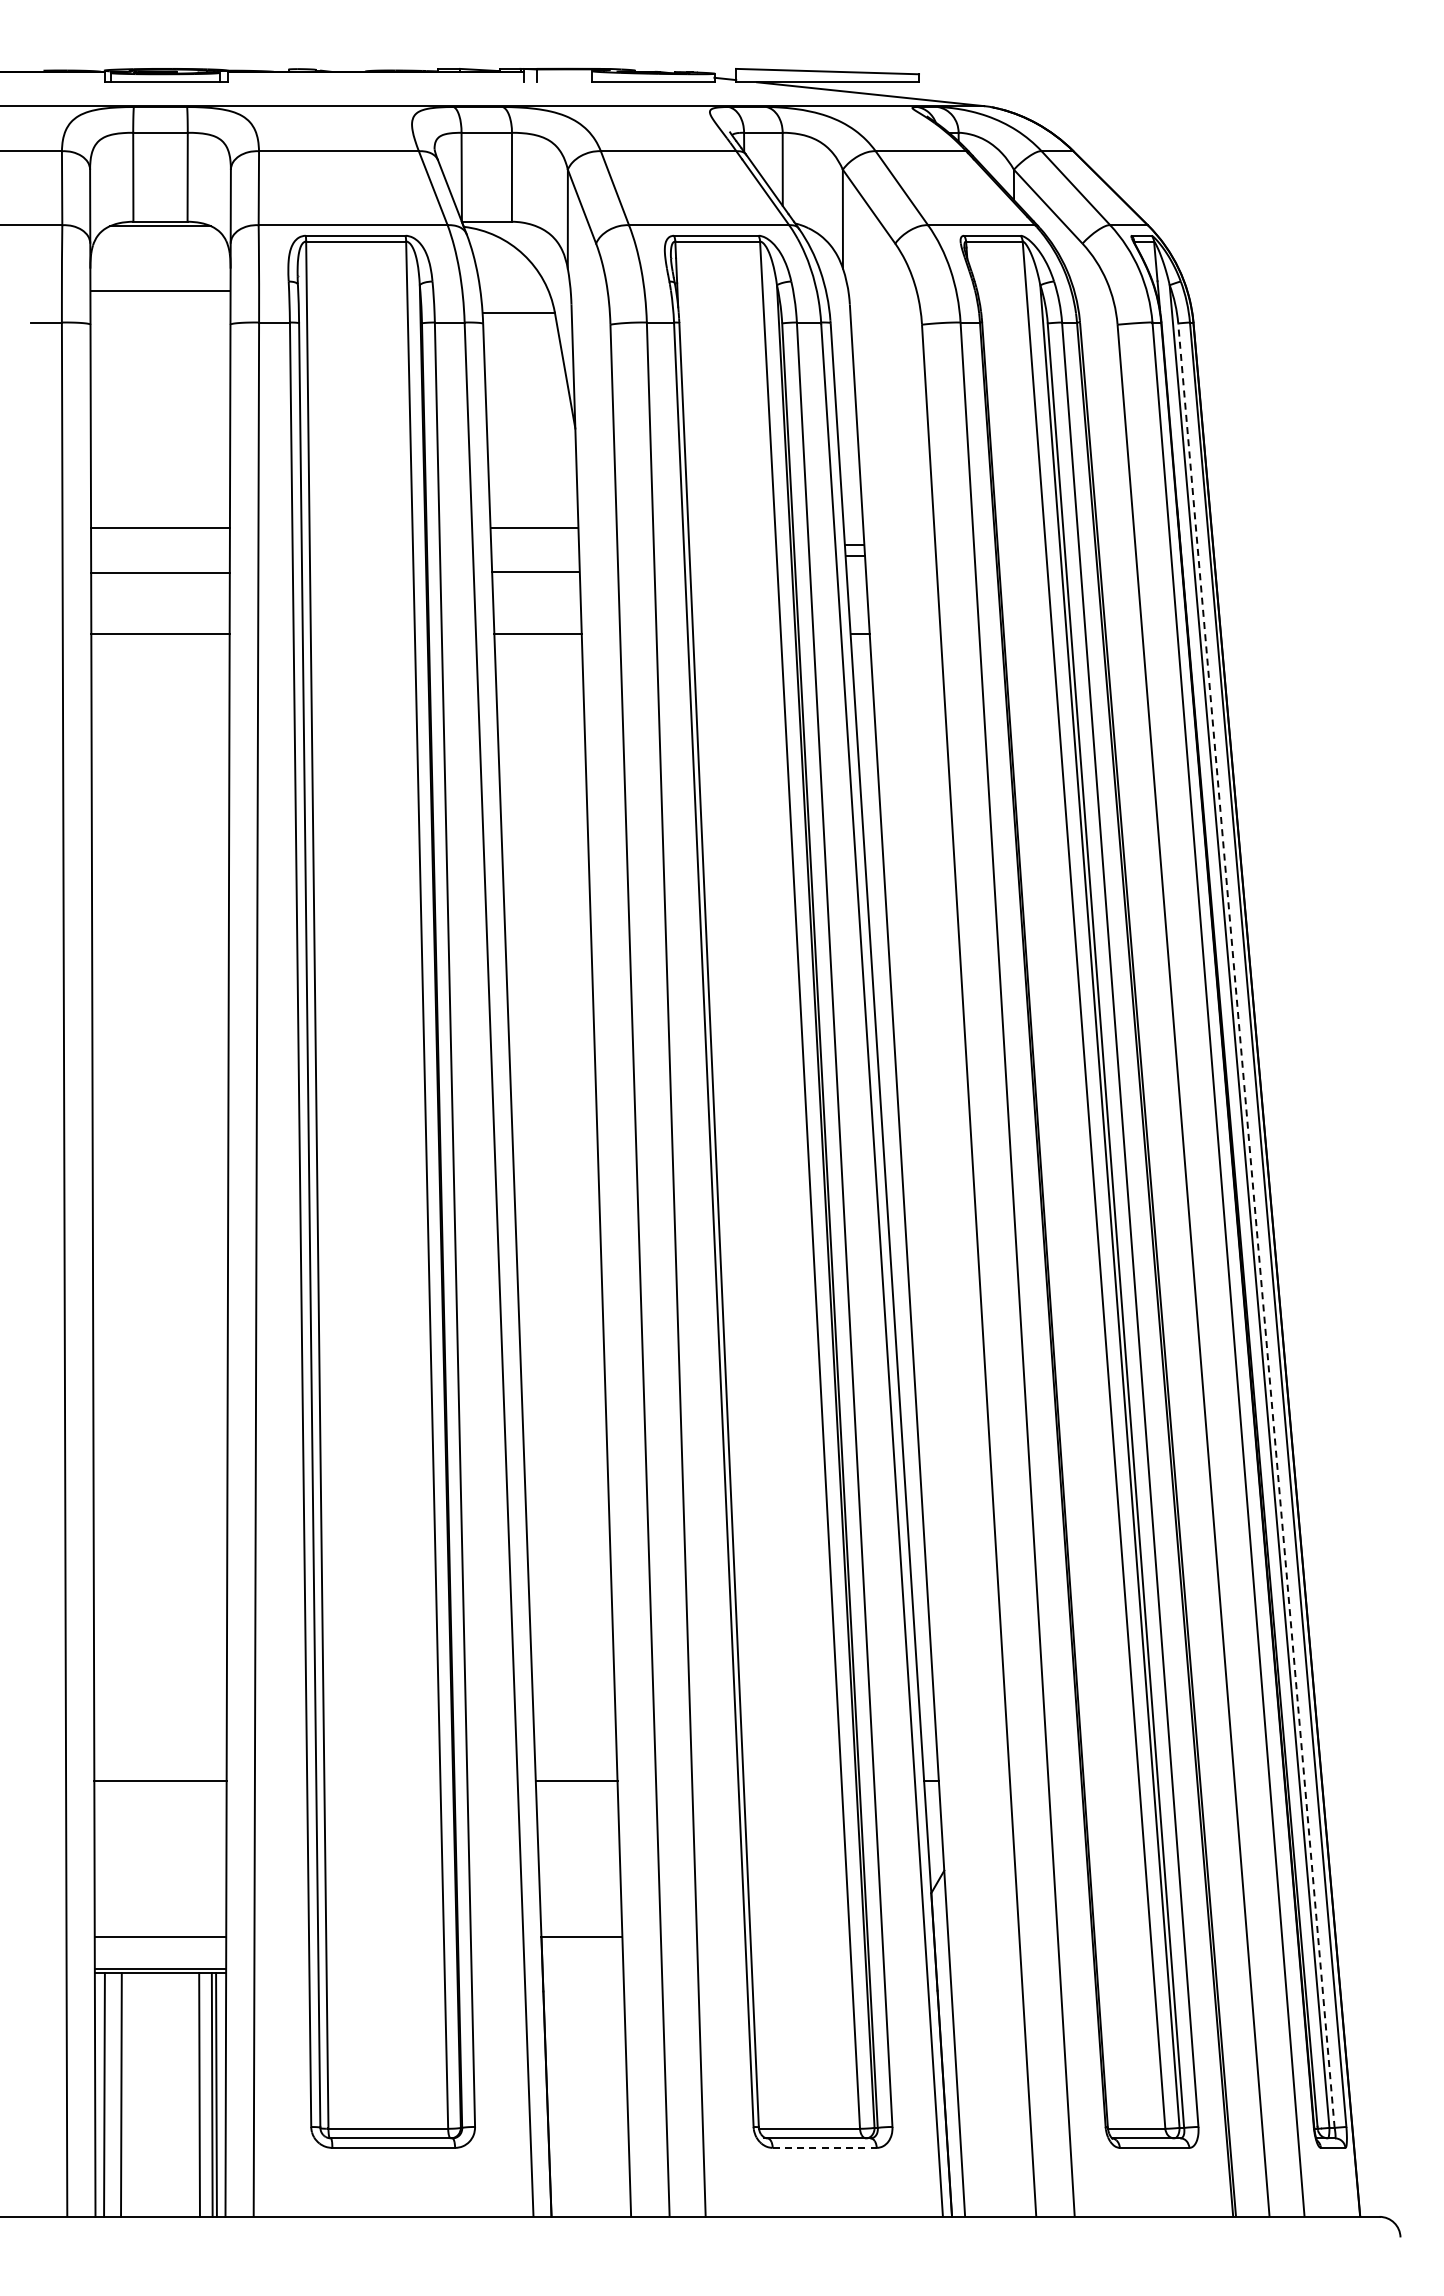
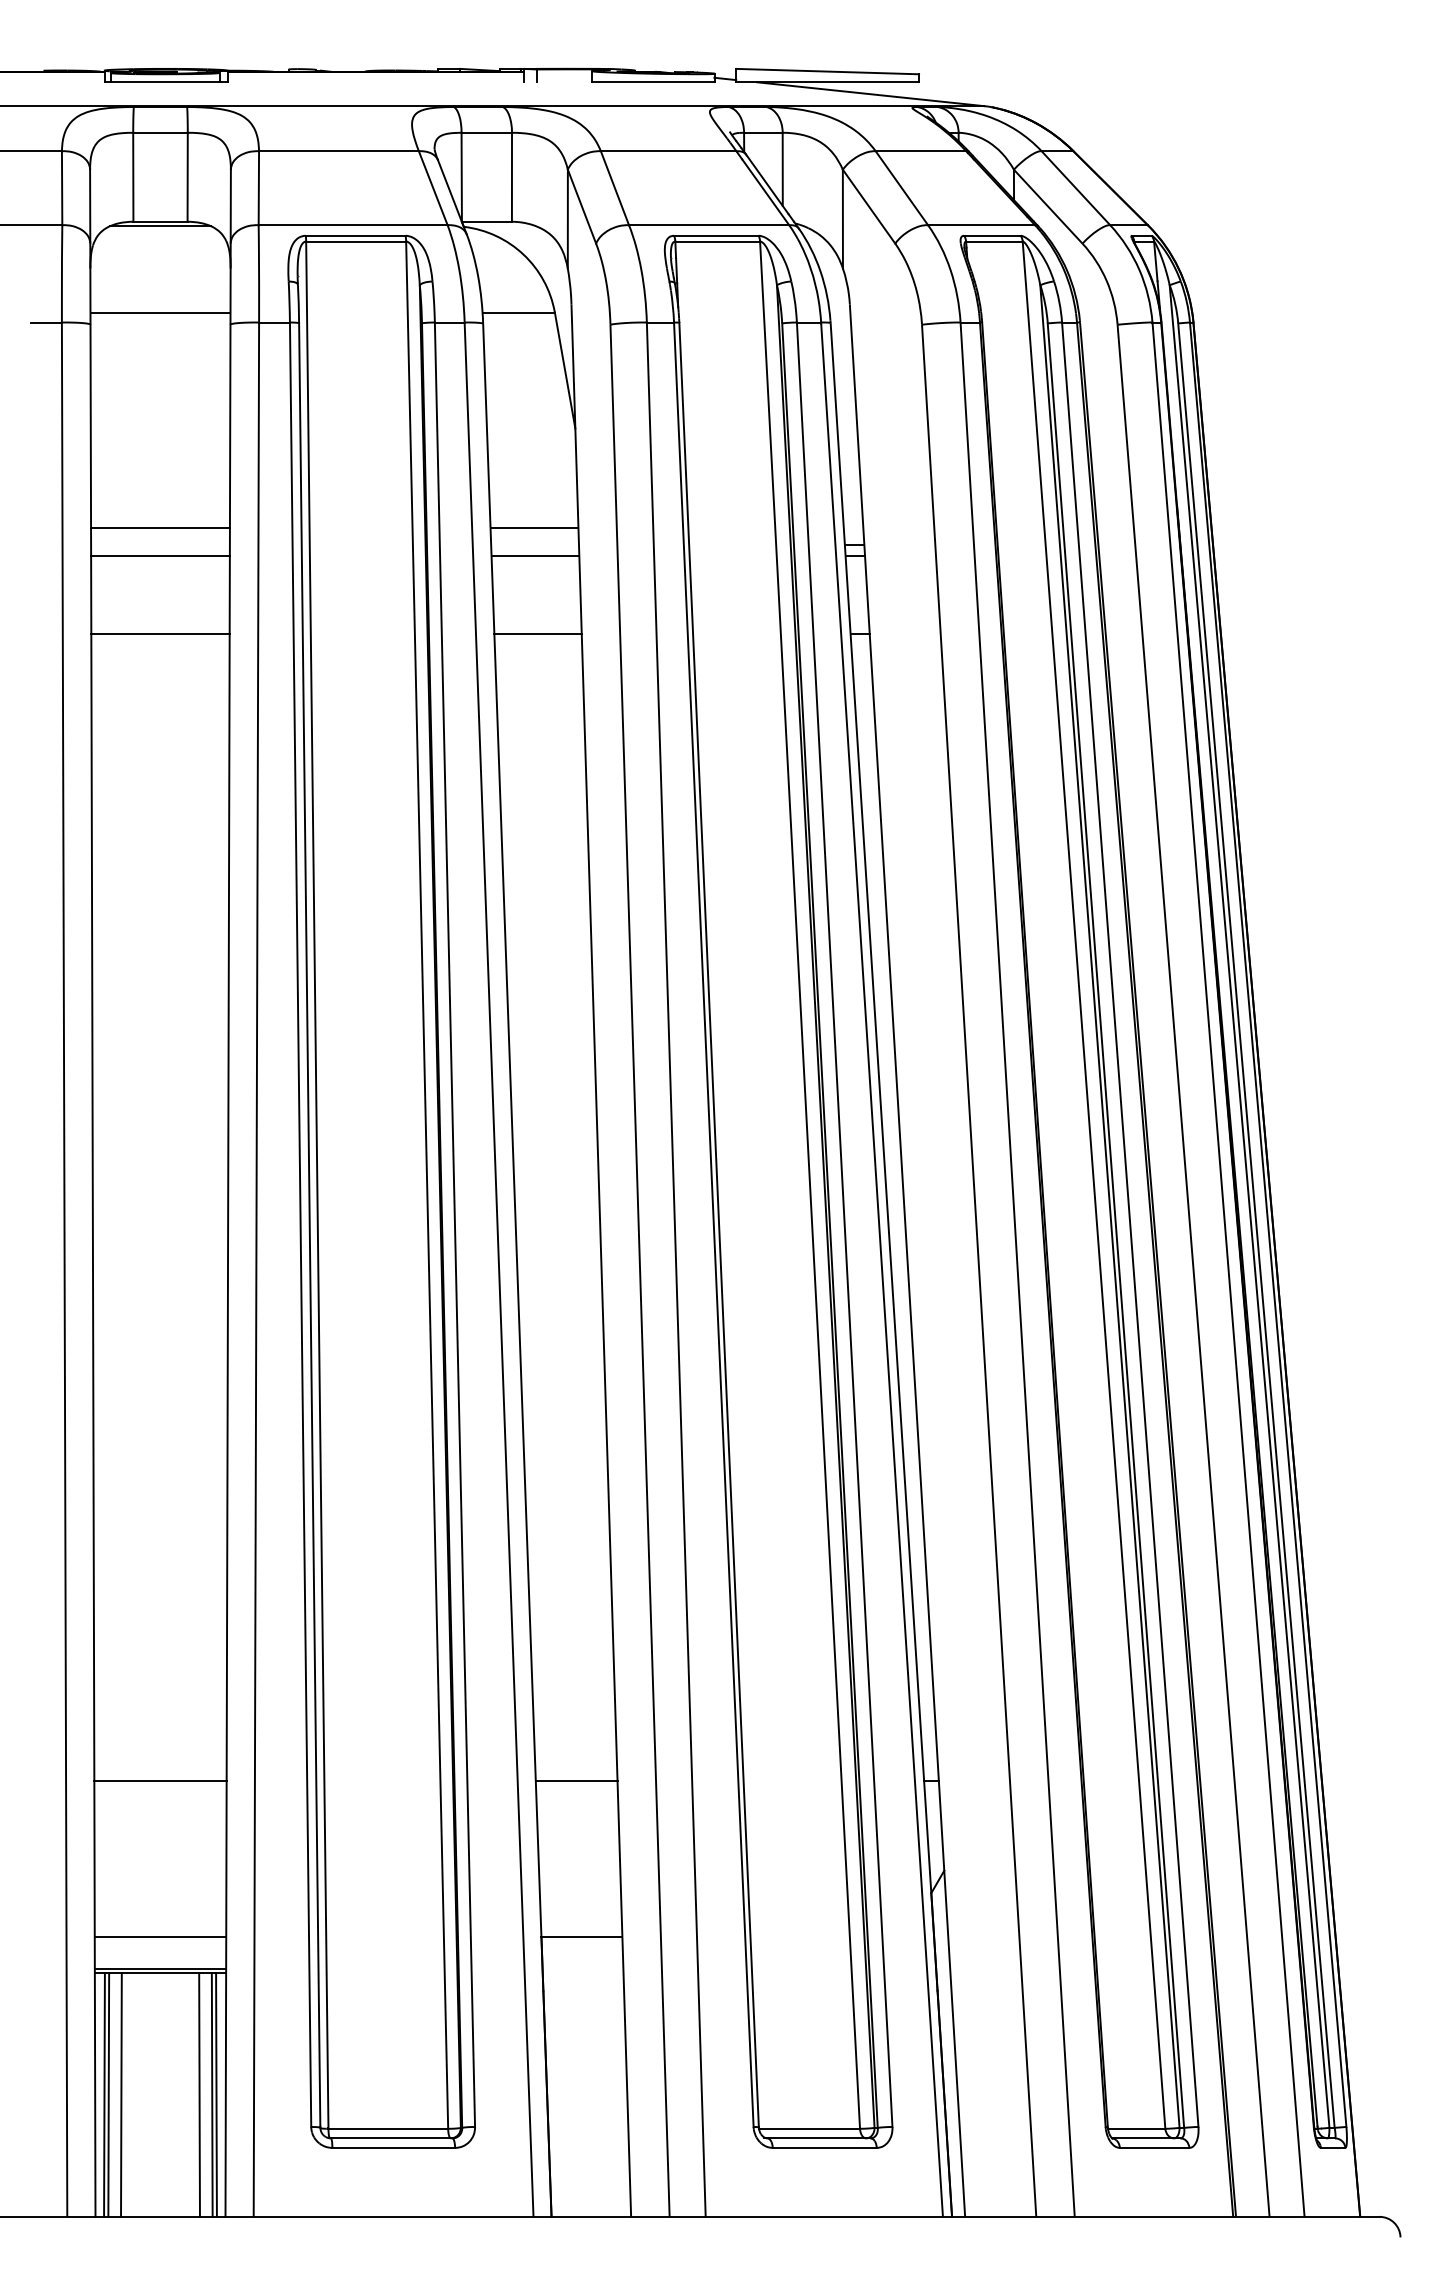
line at (160, 290) position: (160, 290) -> (160, 312)
line at (535, 571) position: (535, 571) -> (535, 555)
line at (160, 572) position: (160, 572) -> (160, 555)
line at (1256, 1225): dashed -> solid
line at (108, 2094): none -> present
line at (825, 2147): dashed -> solid
